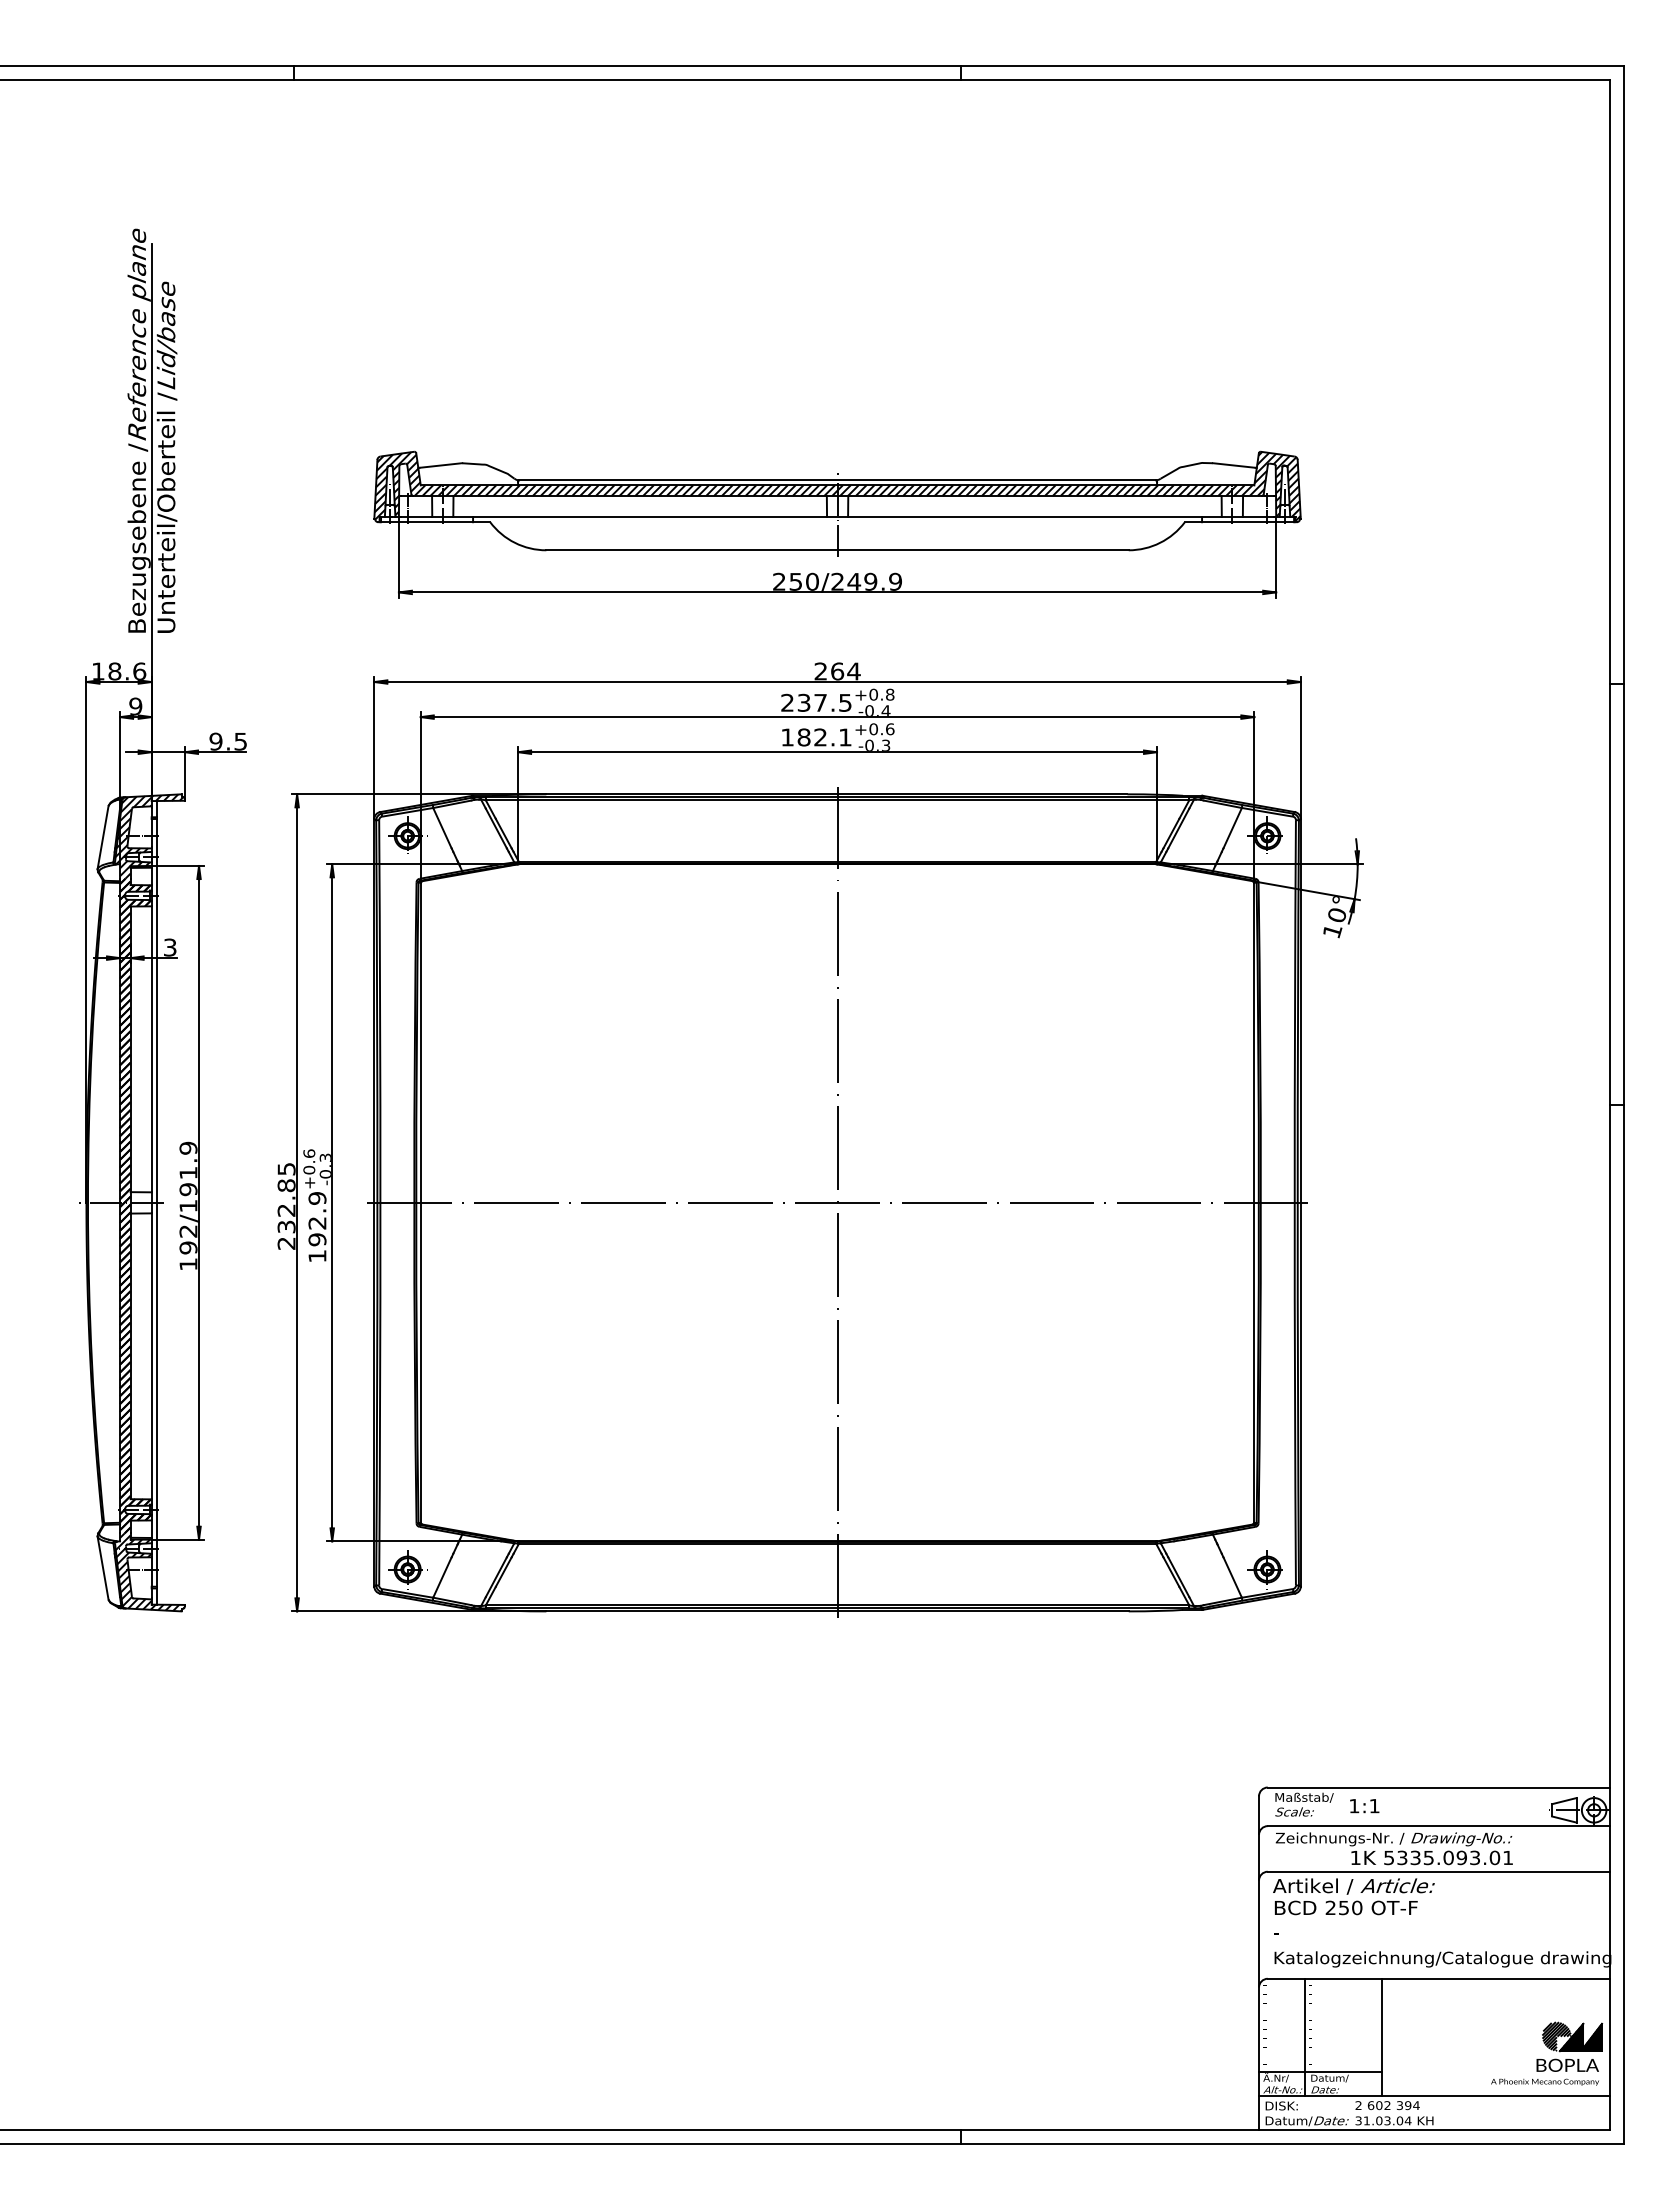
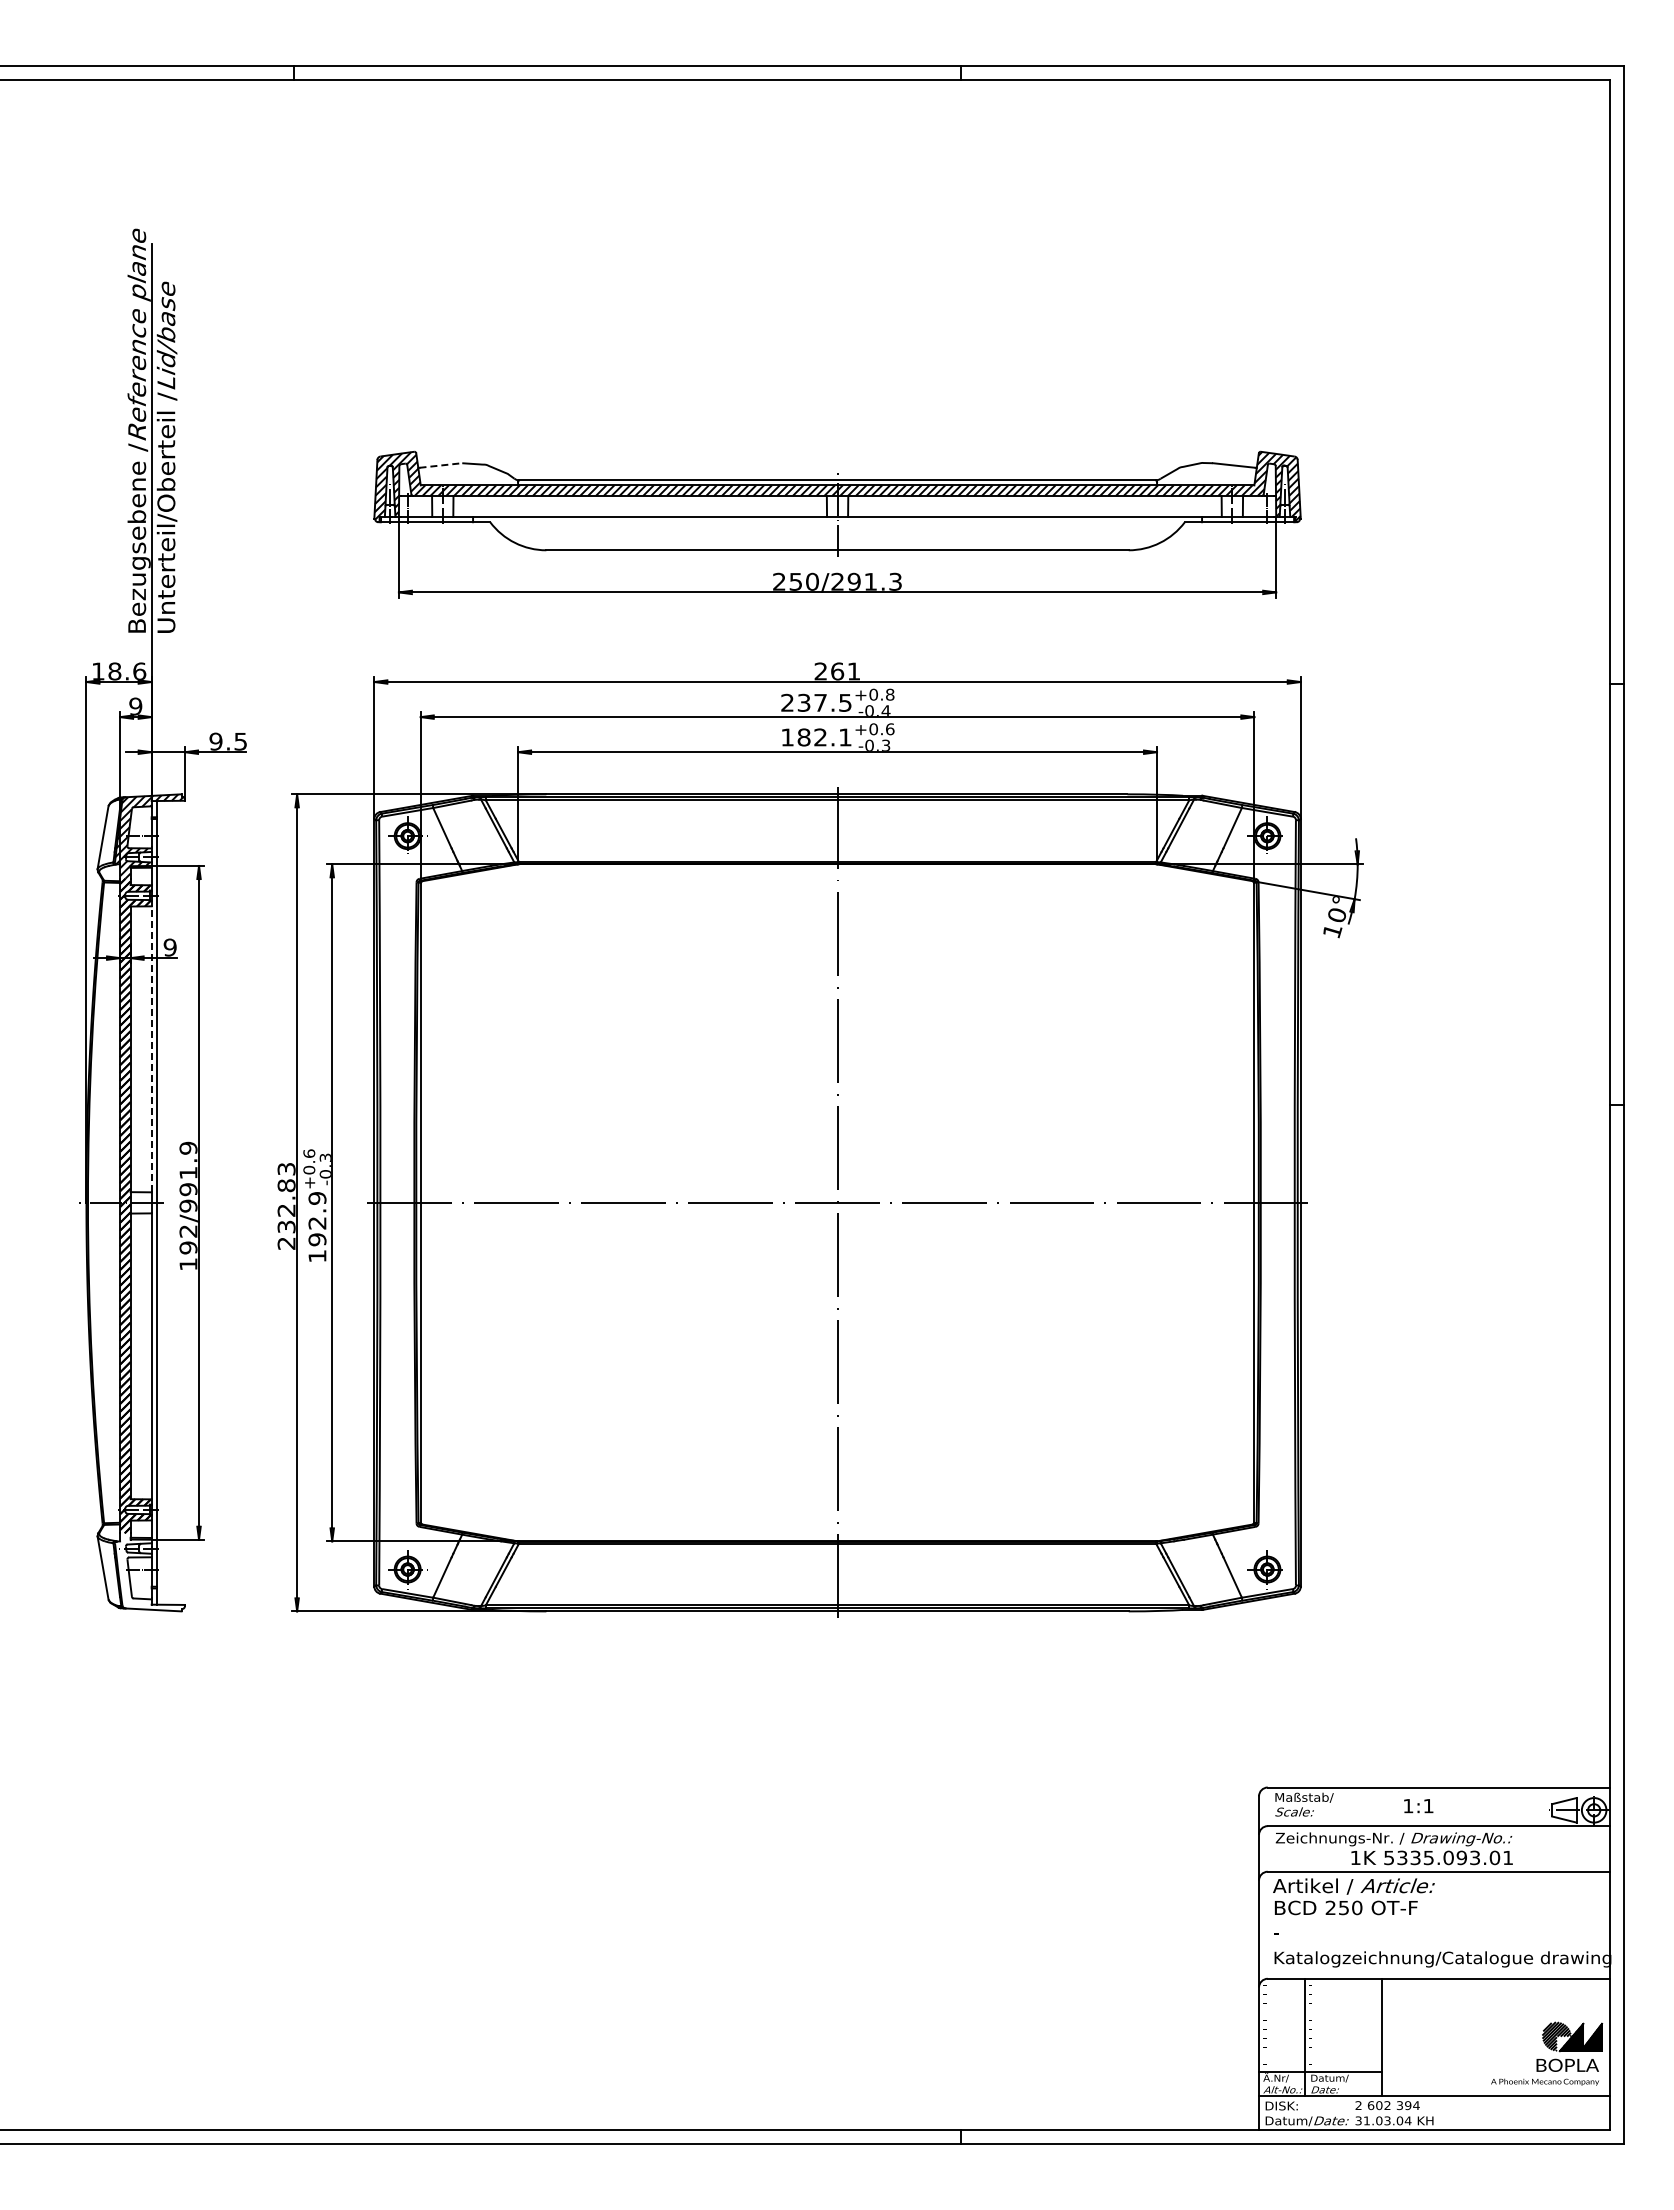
line at (440, 465): solid -> dashed
text at (874, 581): 250/249.9 -> 250/291.3
text at (853, 671): 264 -> 261
text at (169, 947): 3 -> 9
line at (151, 1049): solid -> dashed
text at (285, 1168): 232.85 -> 232.83
text at (188, 1205): 192/191.9 -> 192/991.9
hatch at (149, 1572): present -> none
text at (1364, 1806) position: (1364, 1806) -> (1418, 1806)
